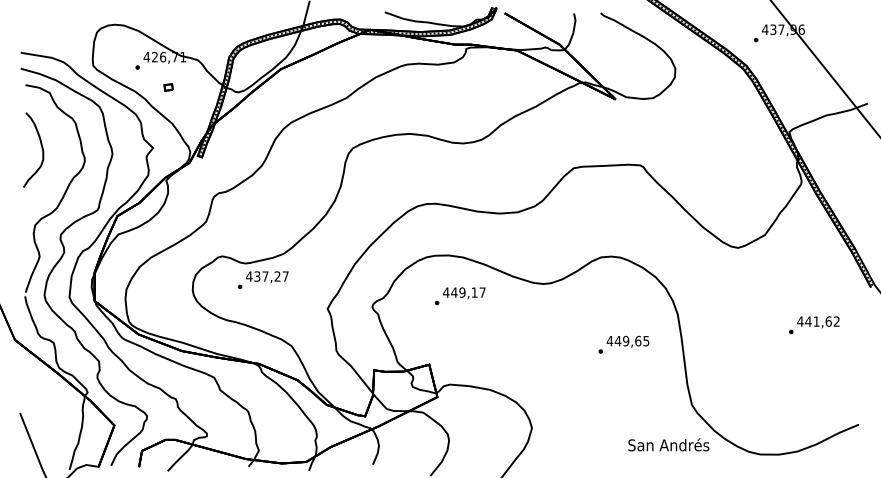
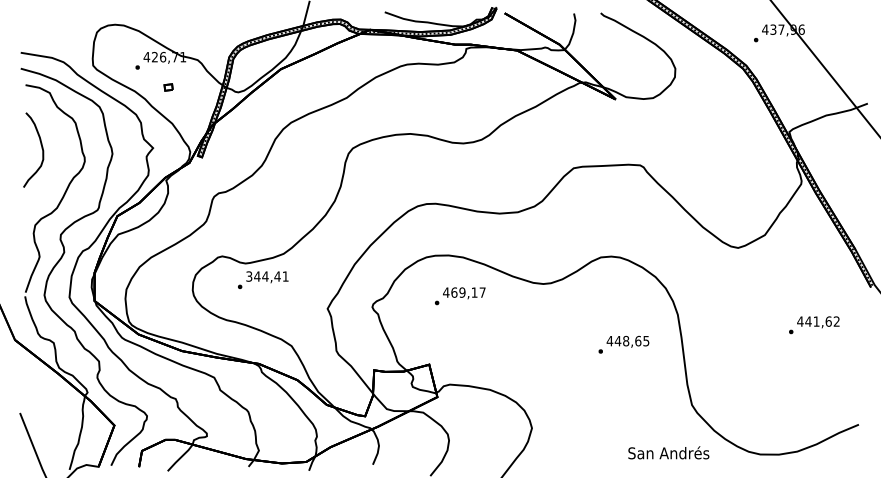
text at (267, 276): 437,27 -> 344,41
text at (454, 292): 449,17 -> 469,17
text at (626, 341): 449,65 -> 448,65
text at (668, 444) position: (668, 444) -> (668, 452)
